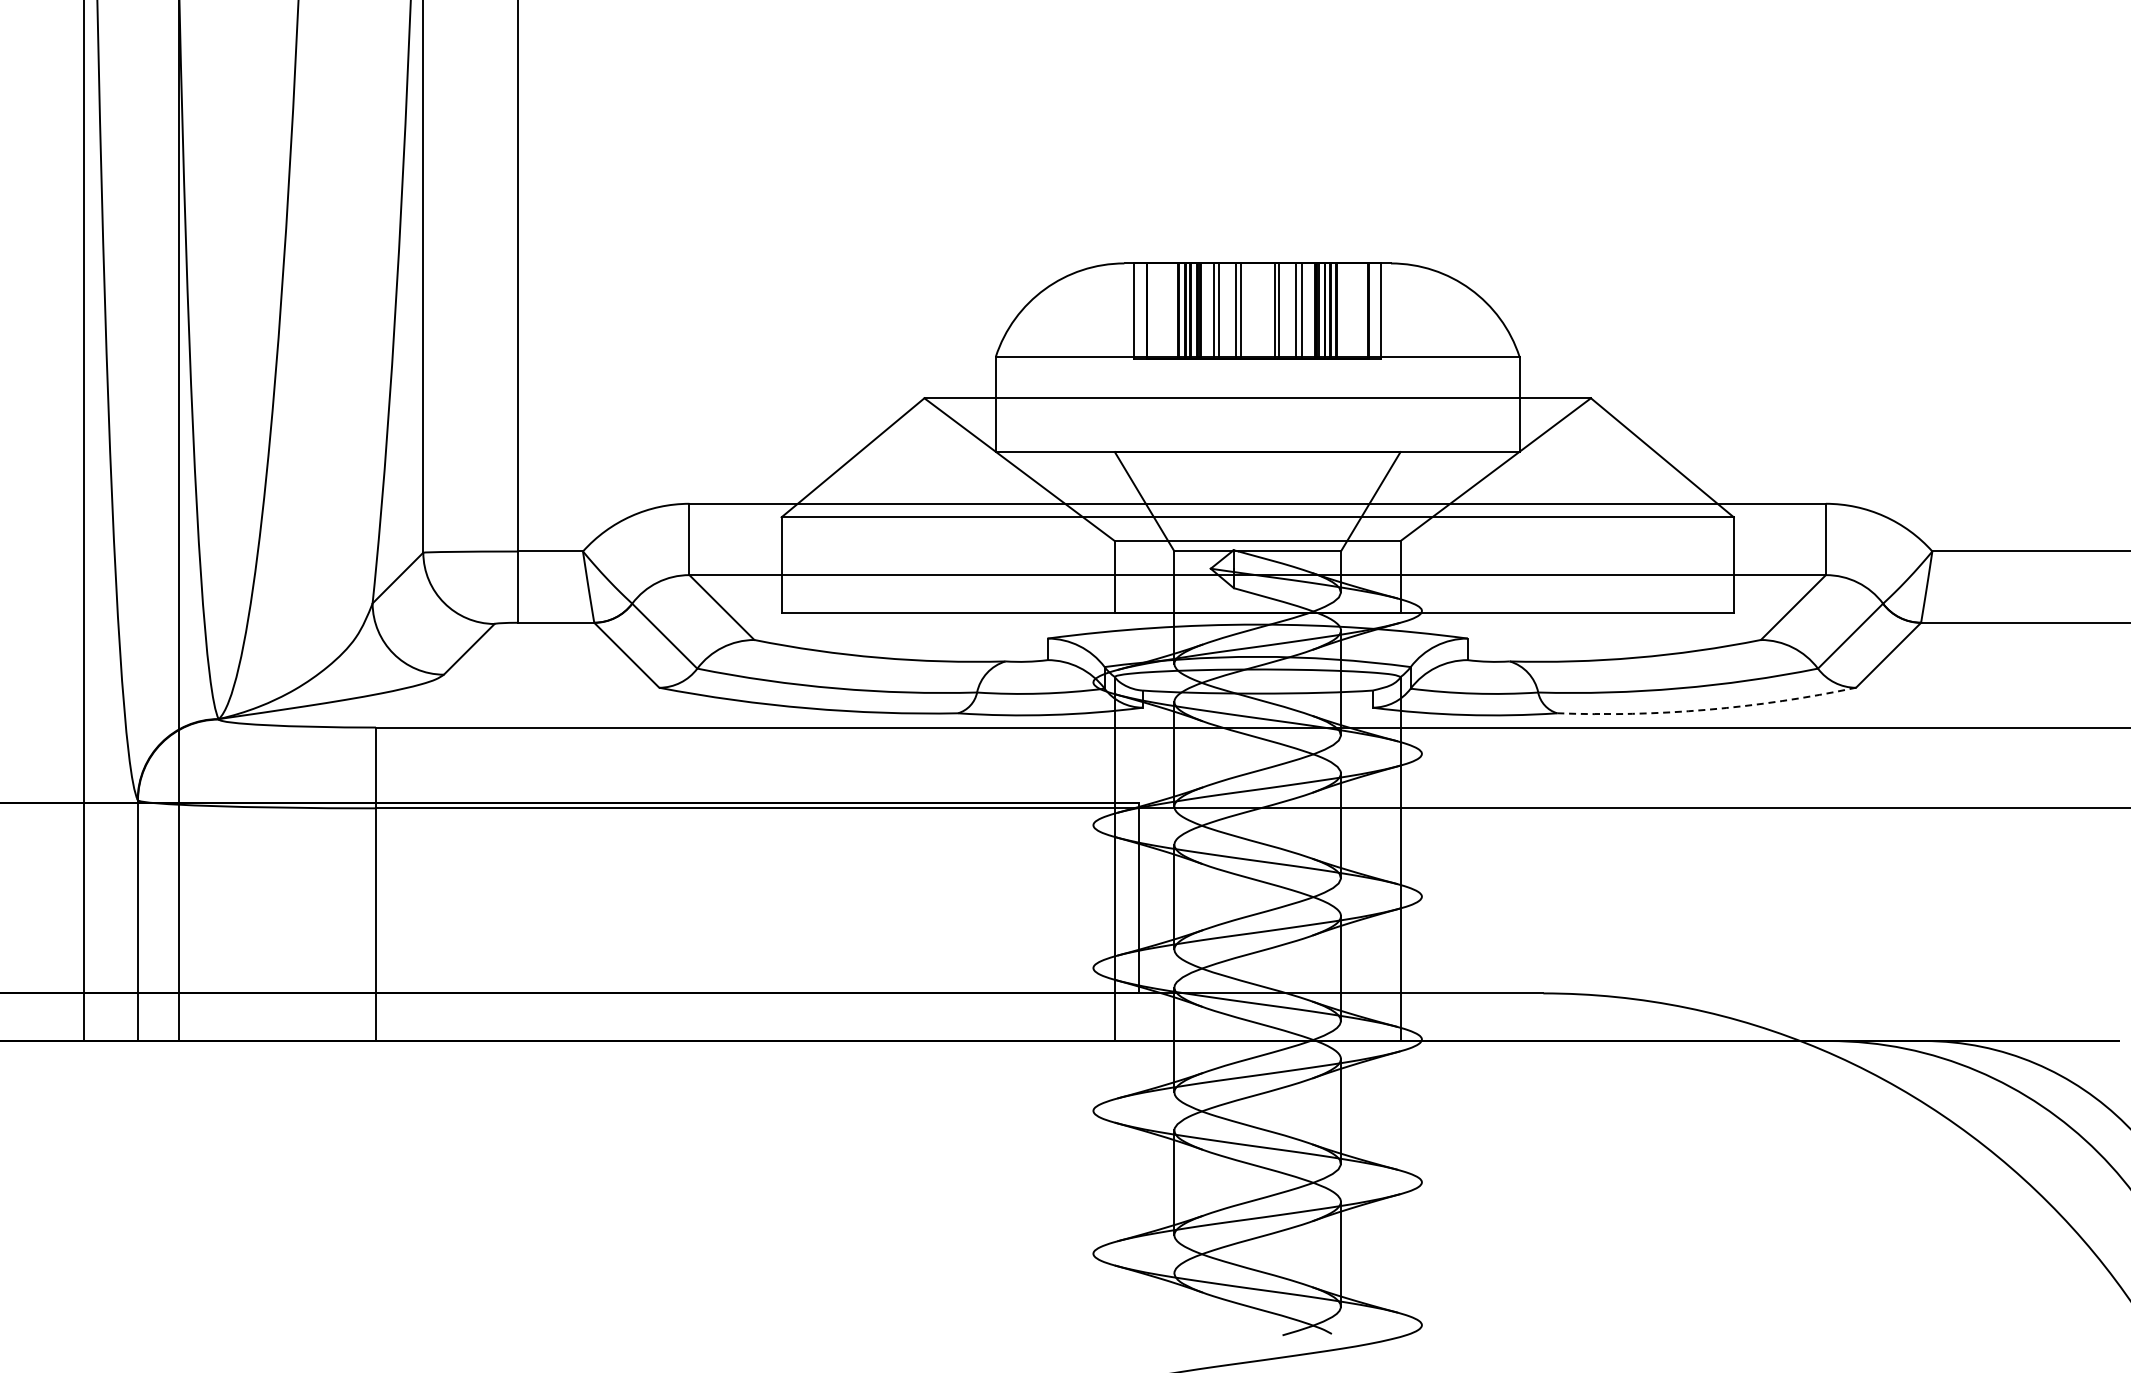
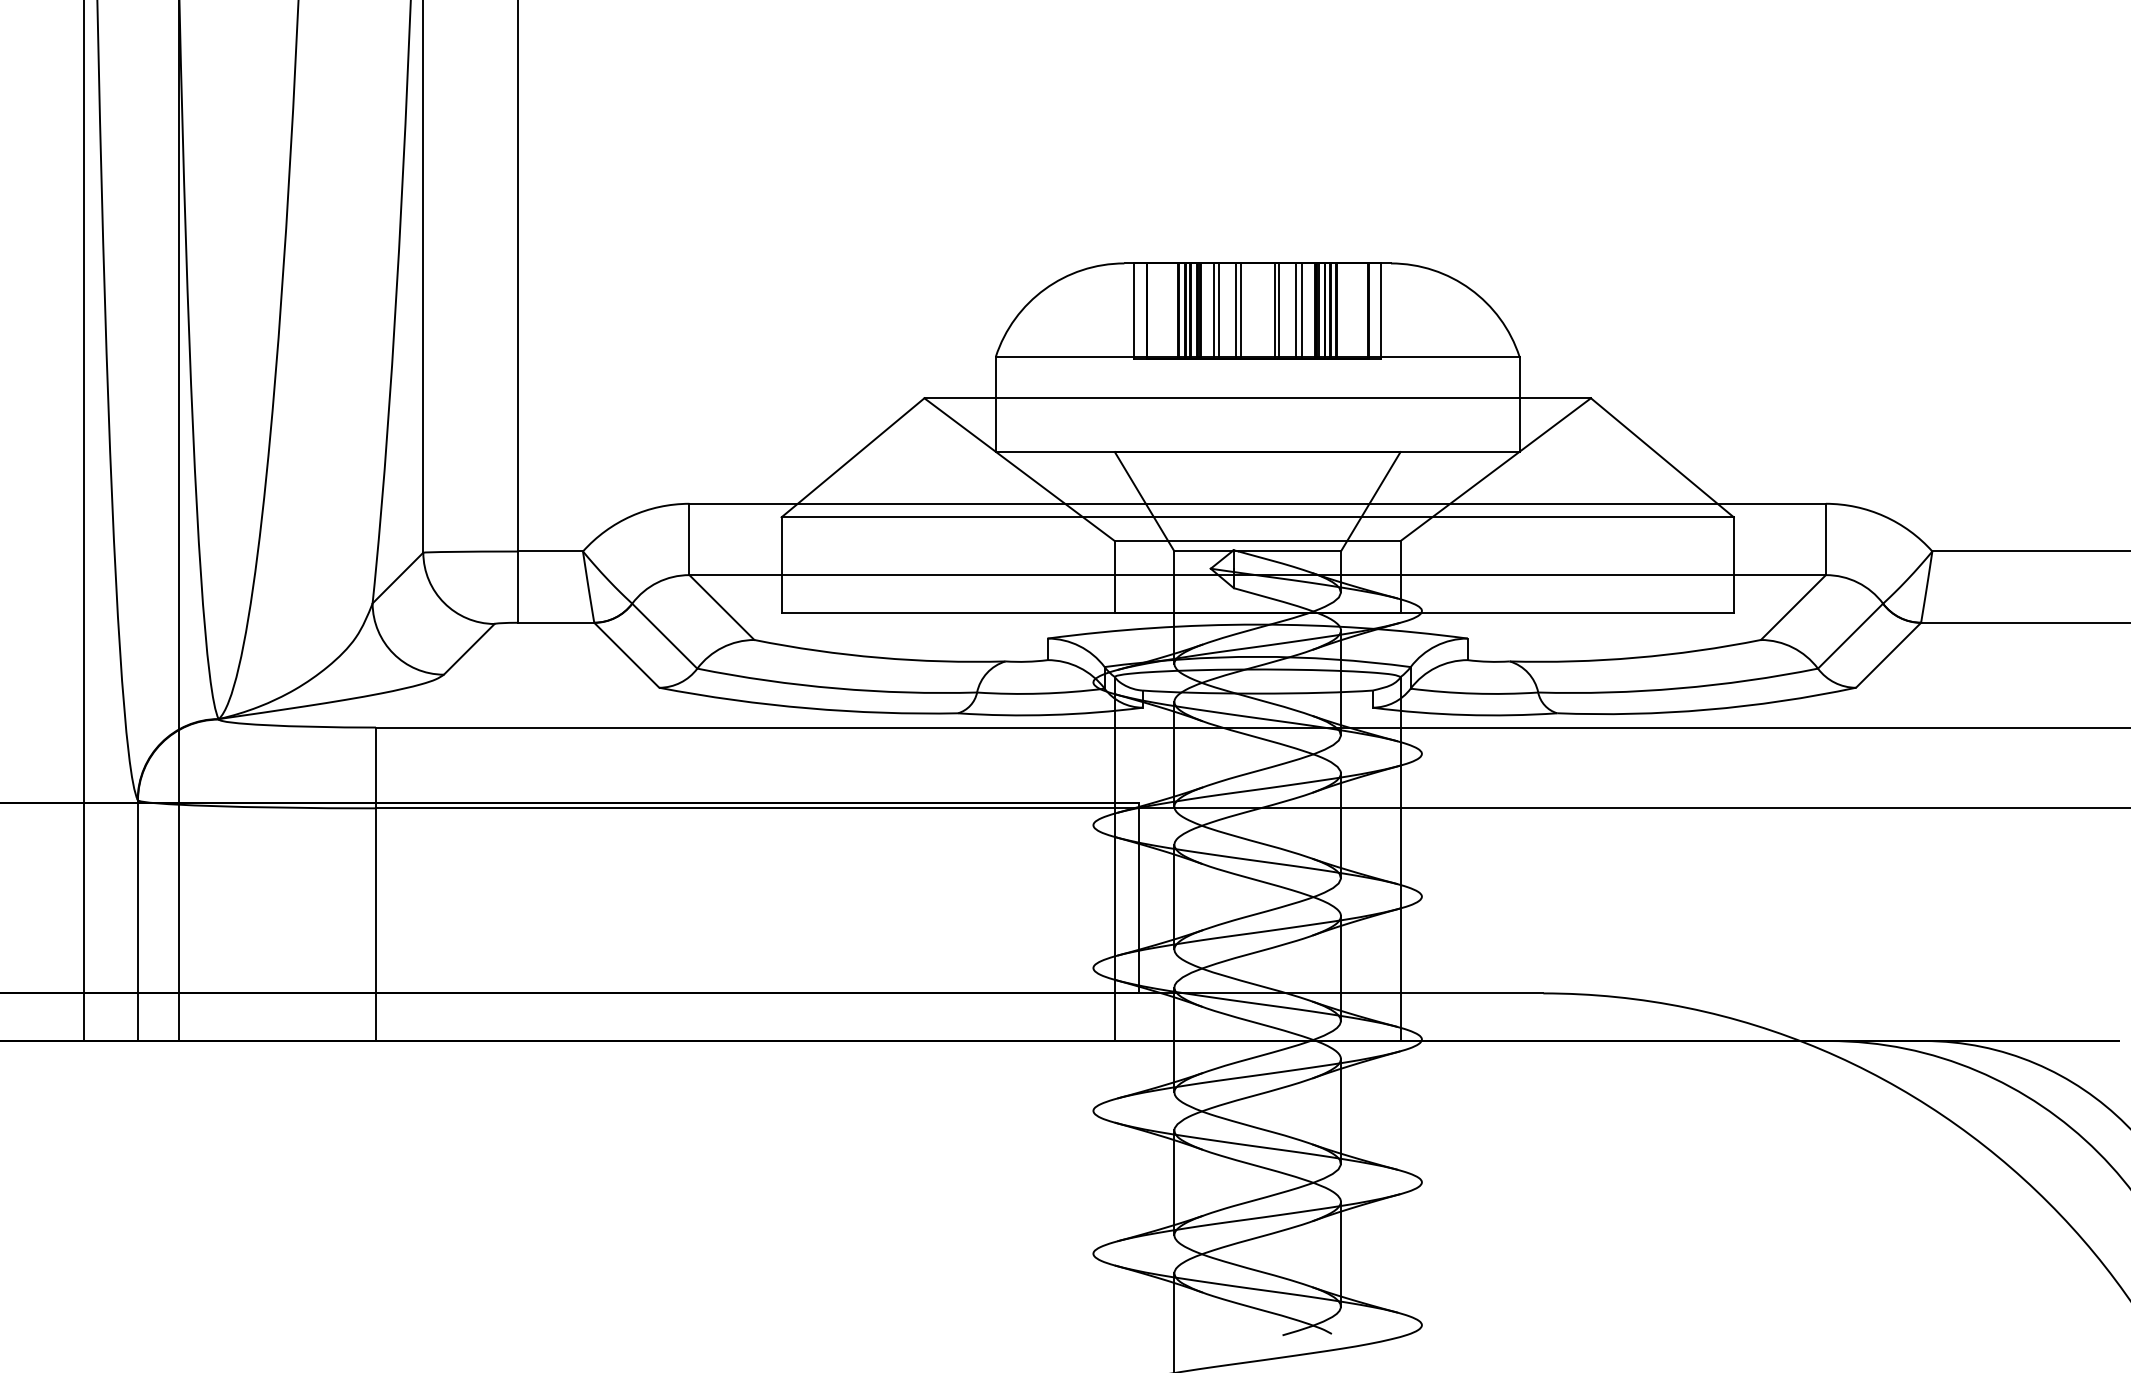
arc at (1707, 709): dashed -> solid
line at (1174, 1321): none -> present
